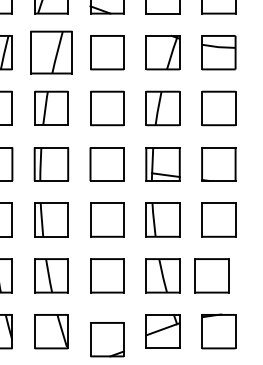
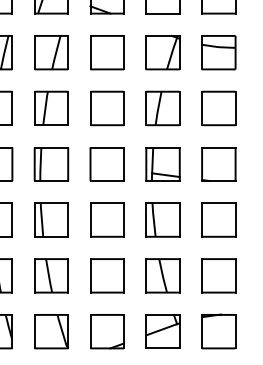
part at (51, 52) size: 43x45 px -> 35x36 px
part at (211, 275) position: (211, 275) -> (218, 275)
part at (107, 339) position: (107, 339) -> (107, 331)
